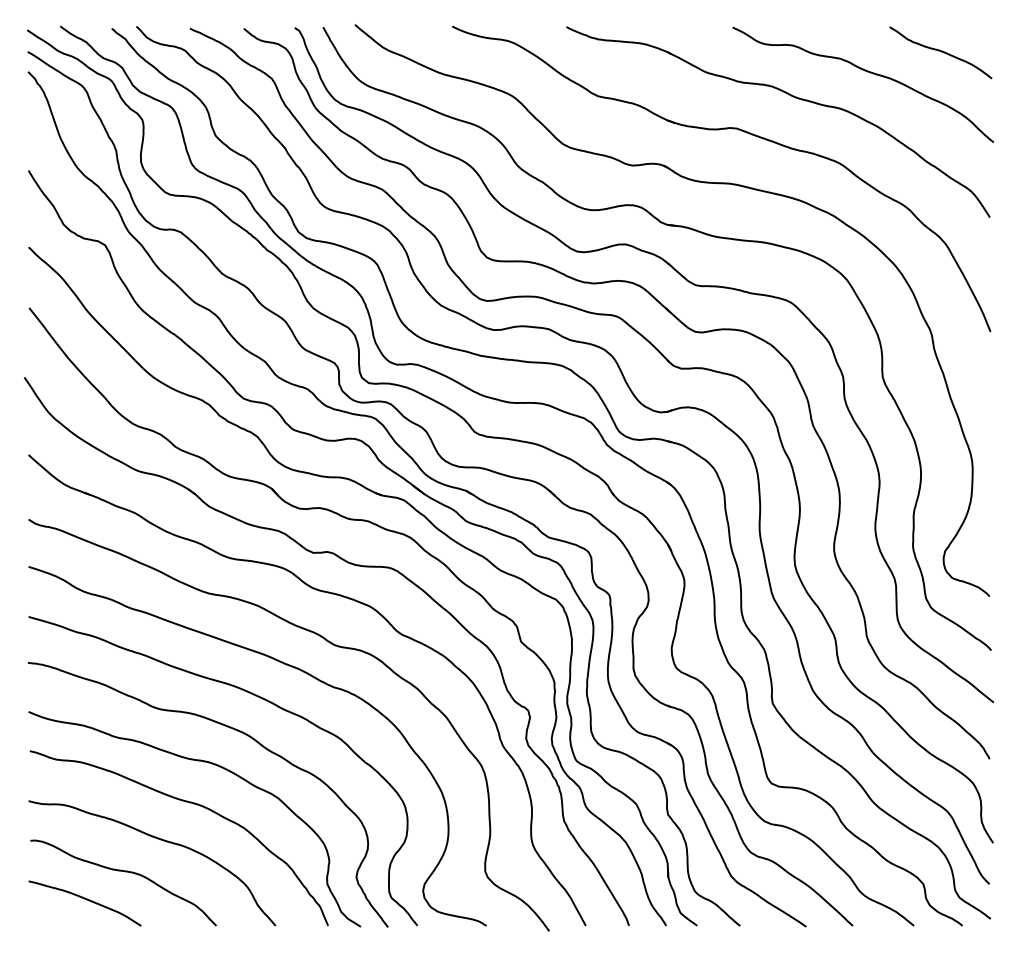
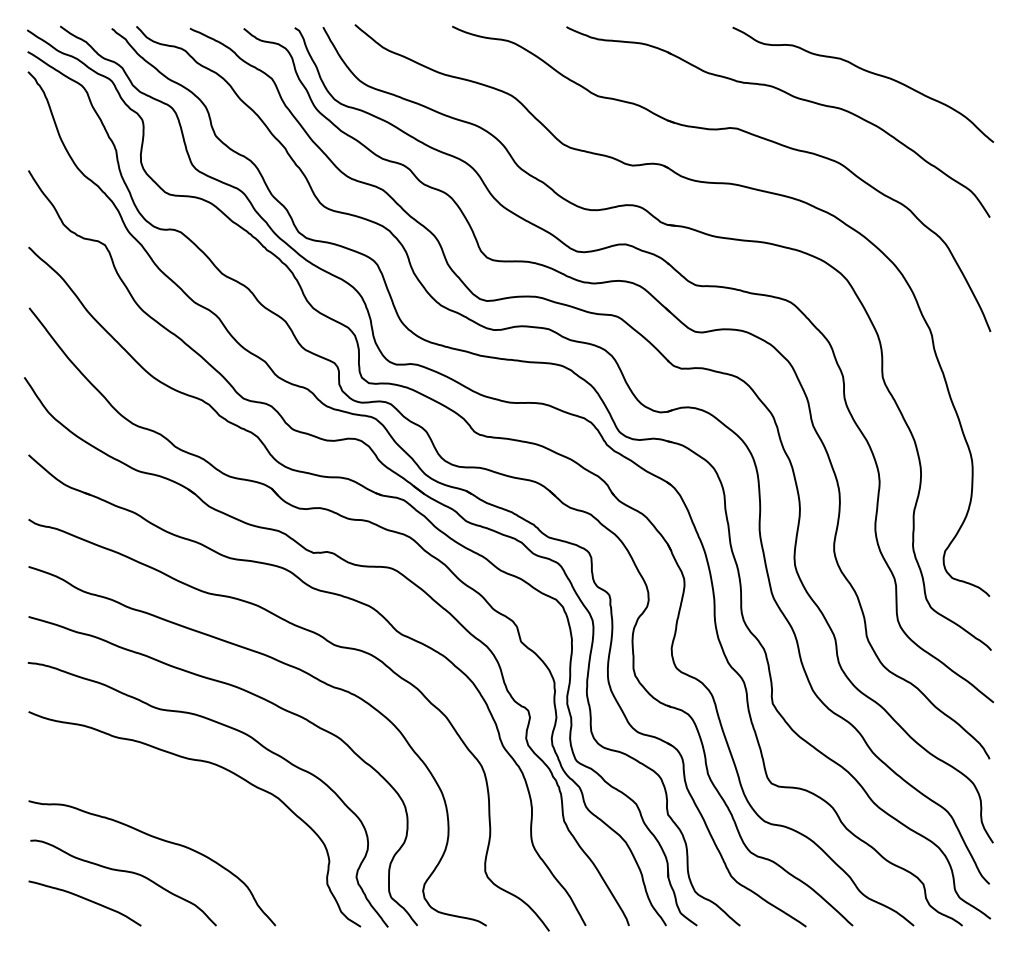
curve at (940, 51): present -> none
curve at (185, 802): present -> none
